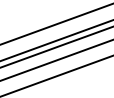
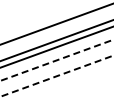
line at (57, 60): solid -> dashed
line at (56, 76): solid -> dashed
